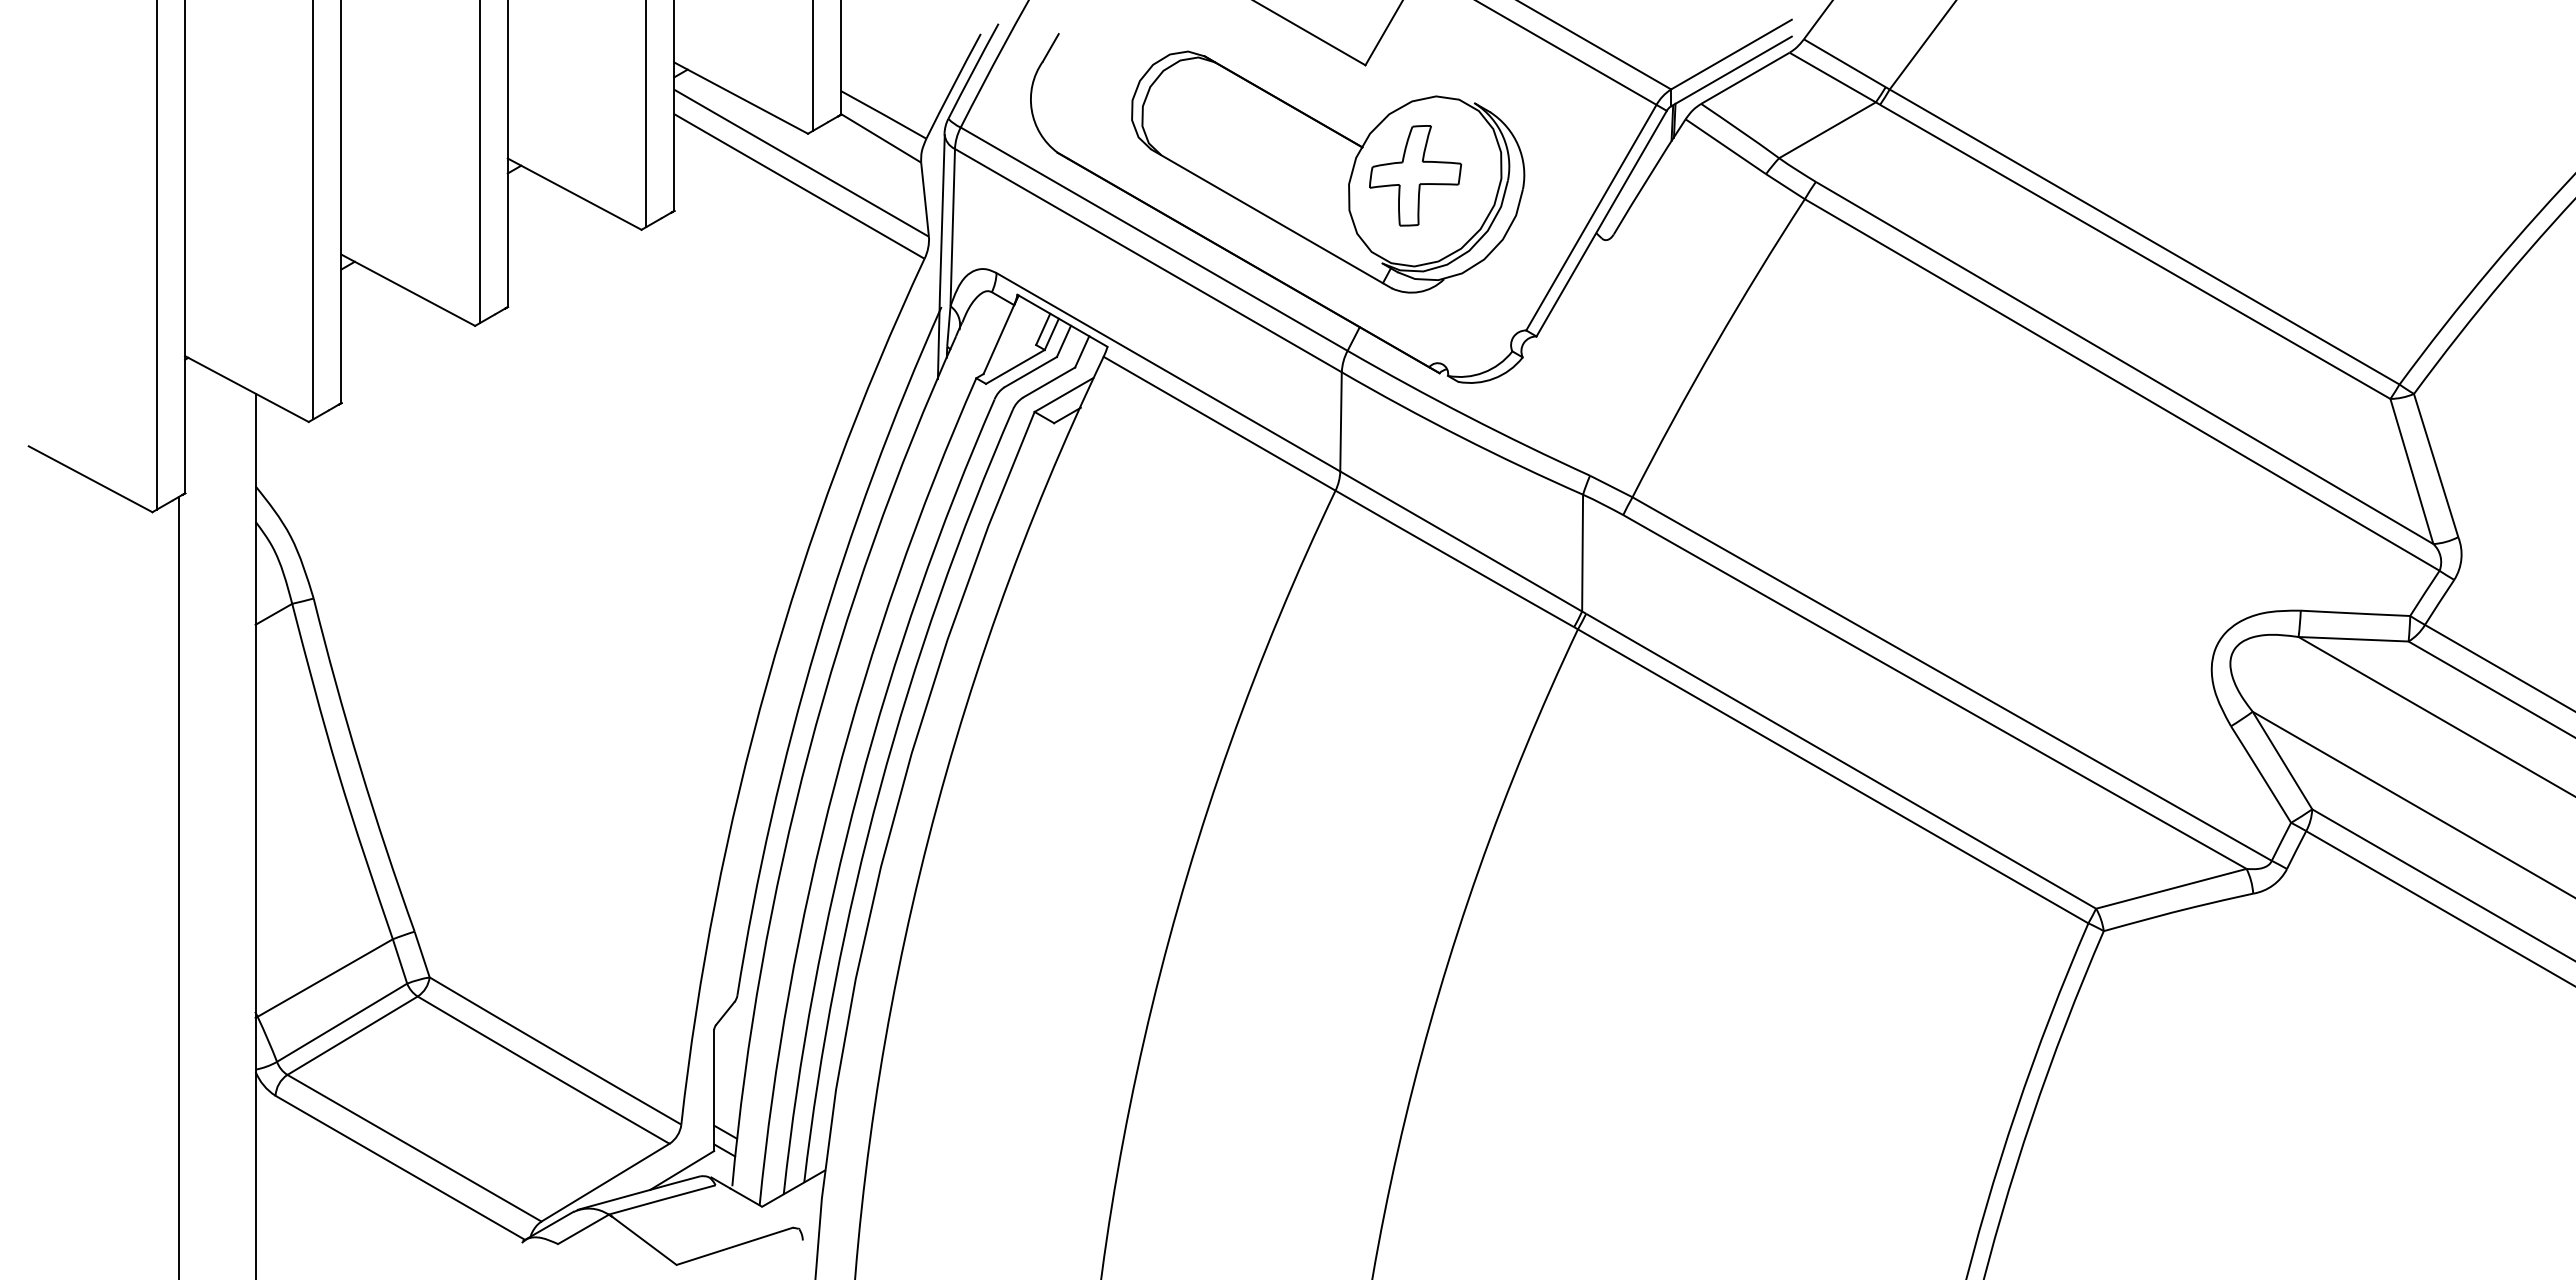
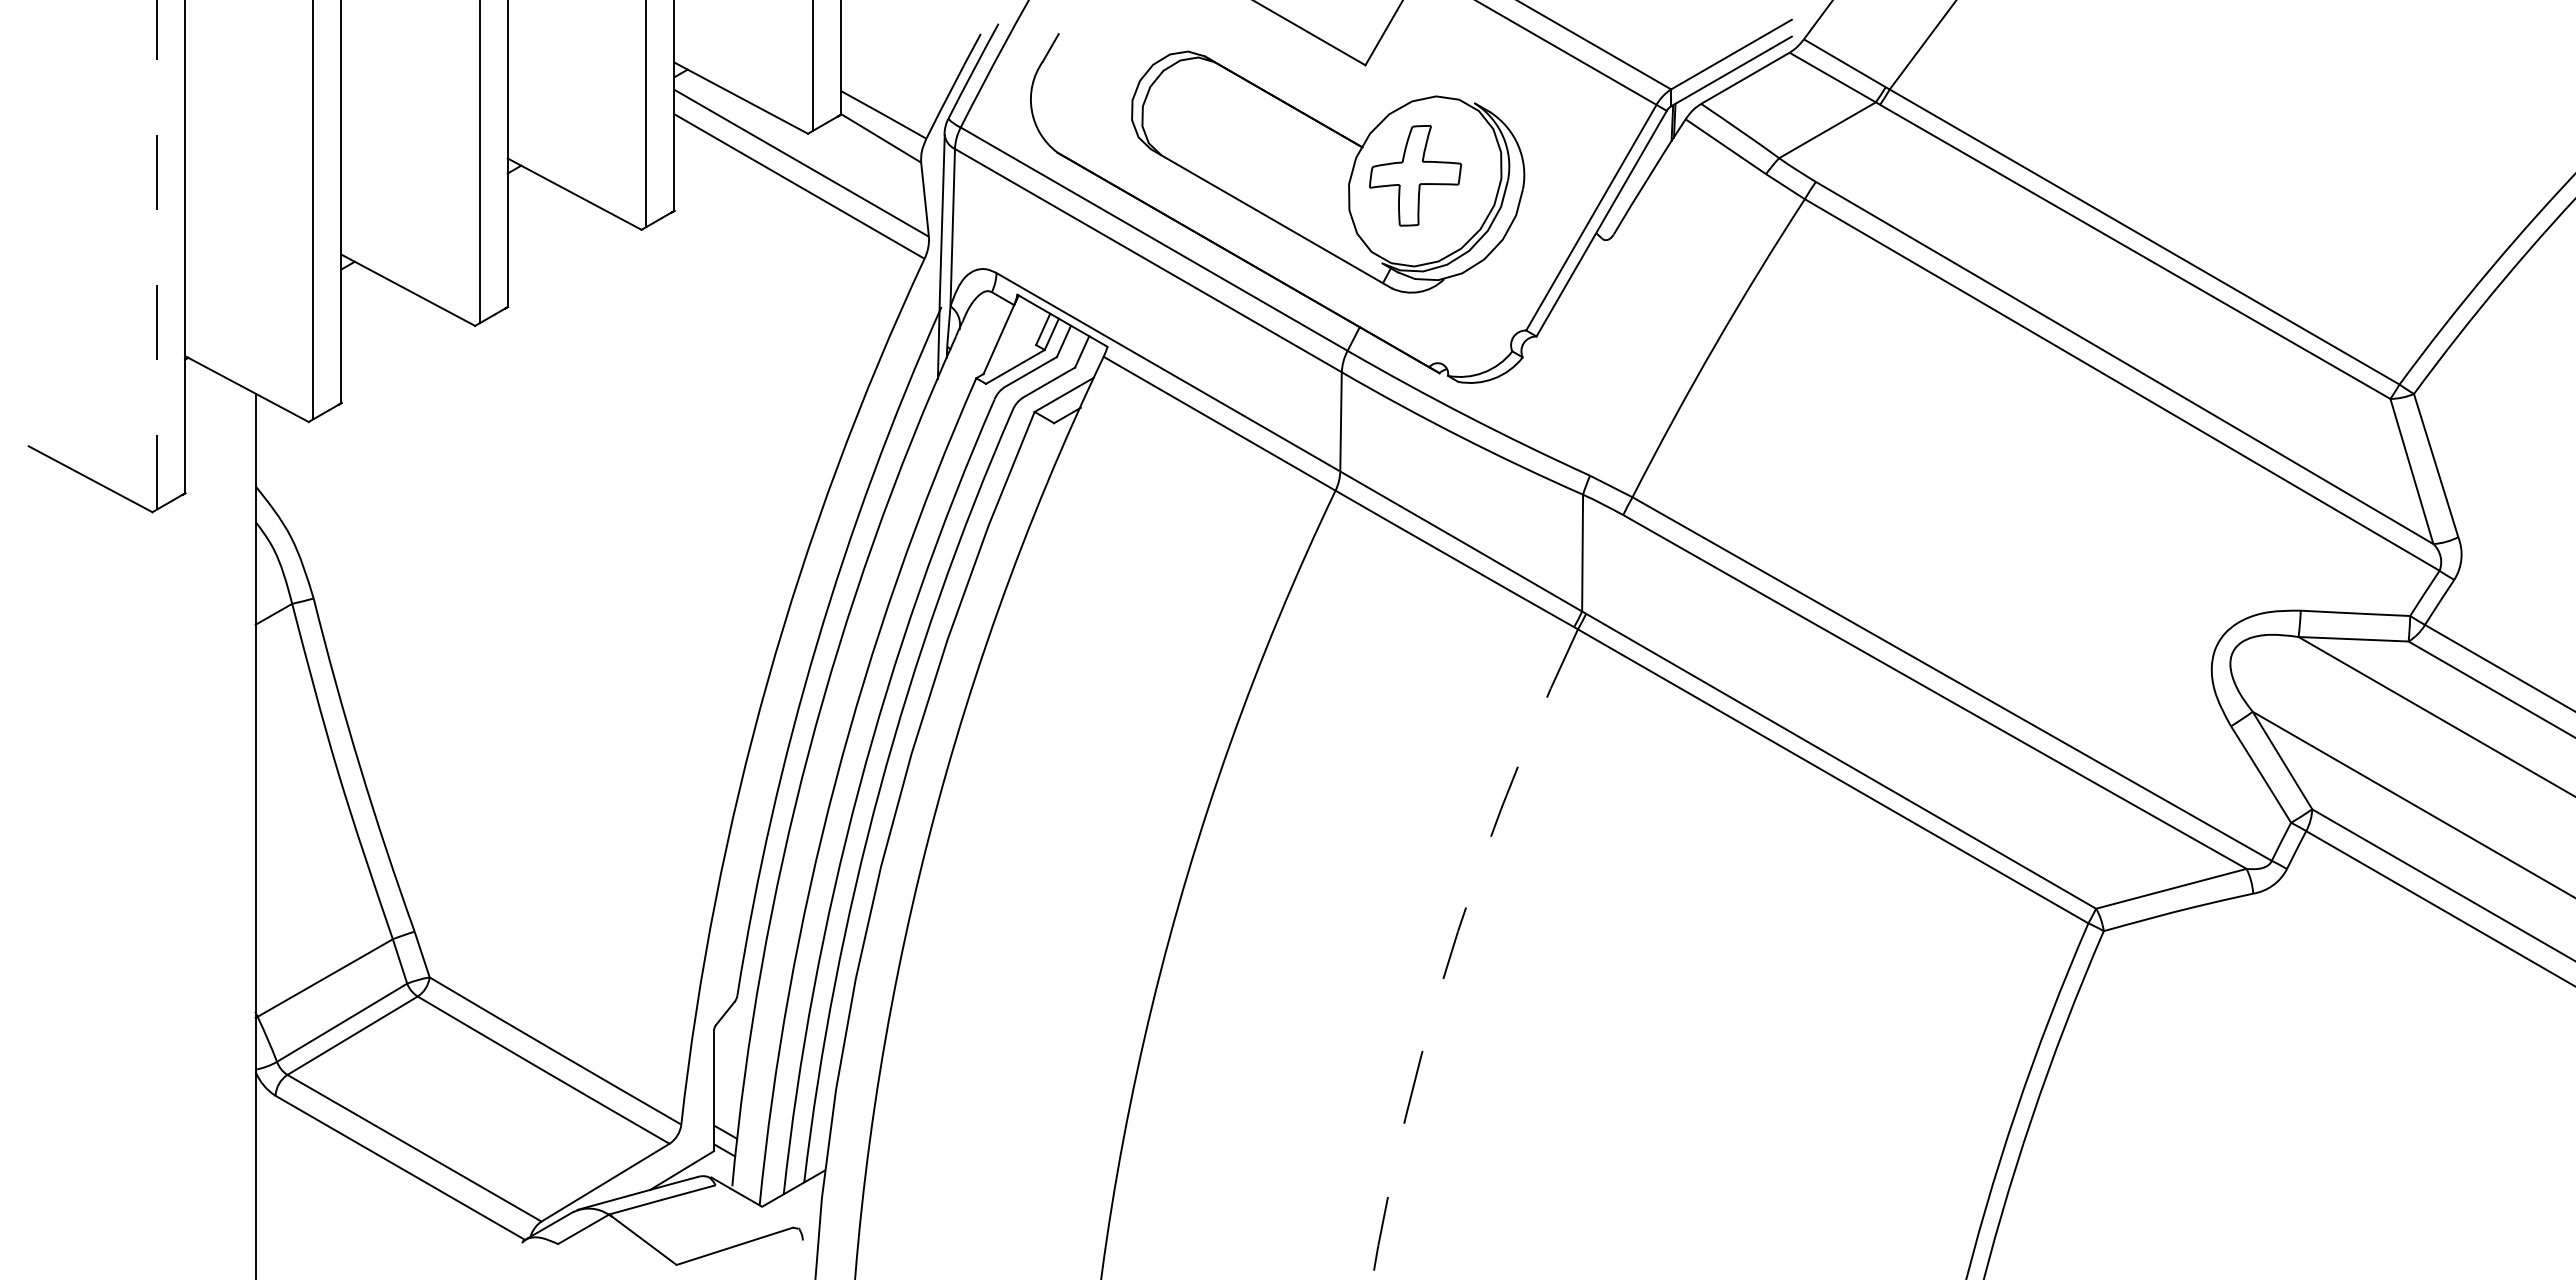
line at (157, 254): solid -> dashed
line at (179, 886): present -> none
arc at (1452, 948): solid -> dashed
